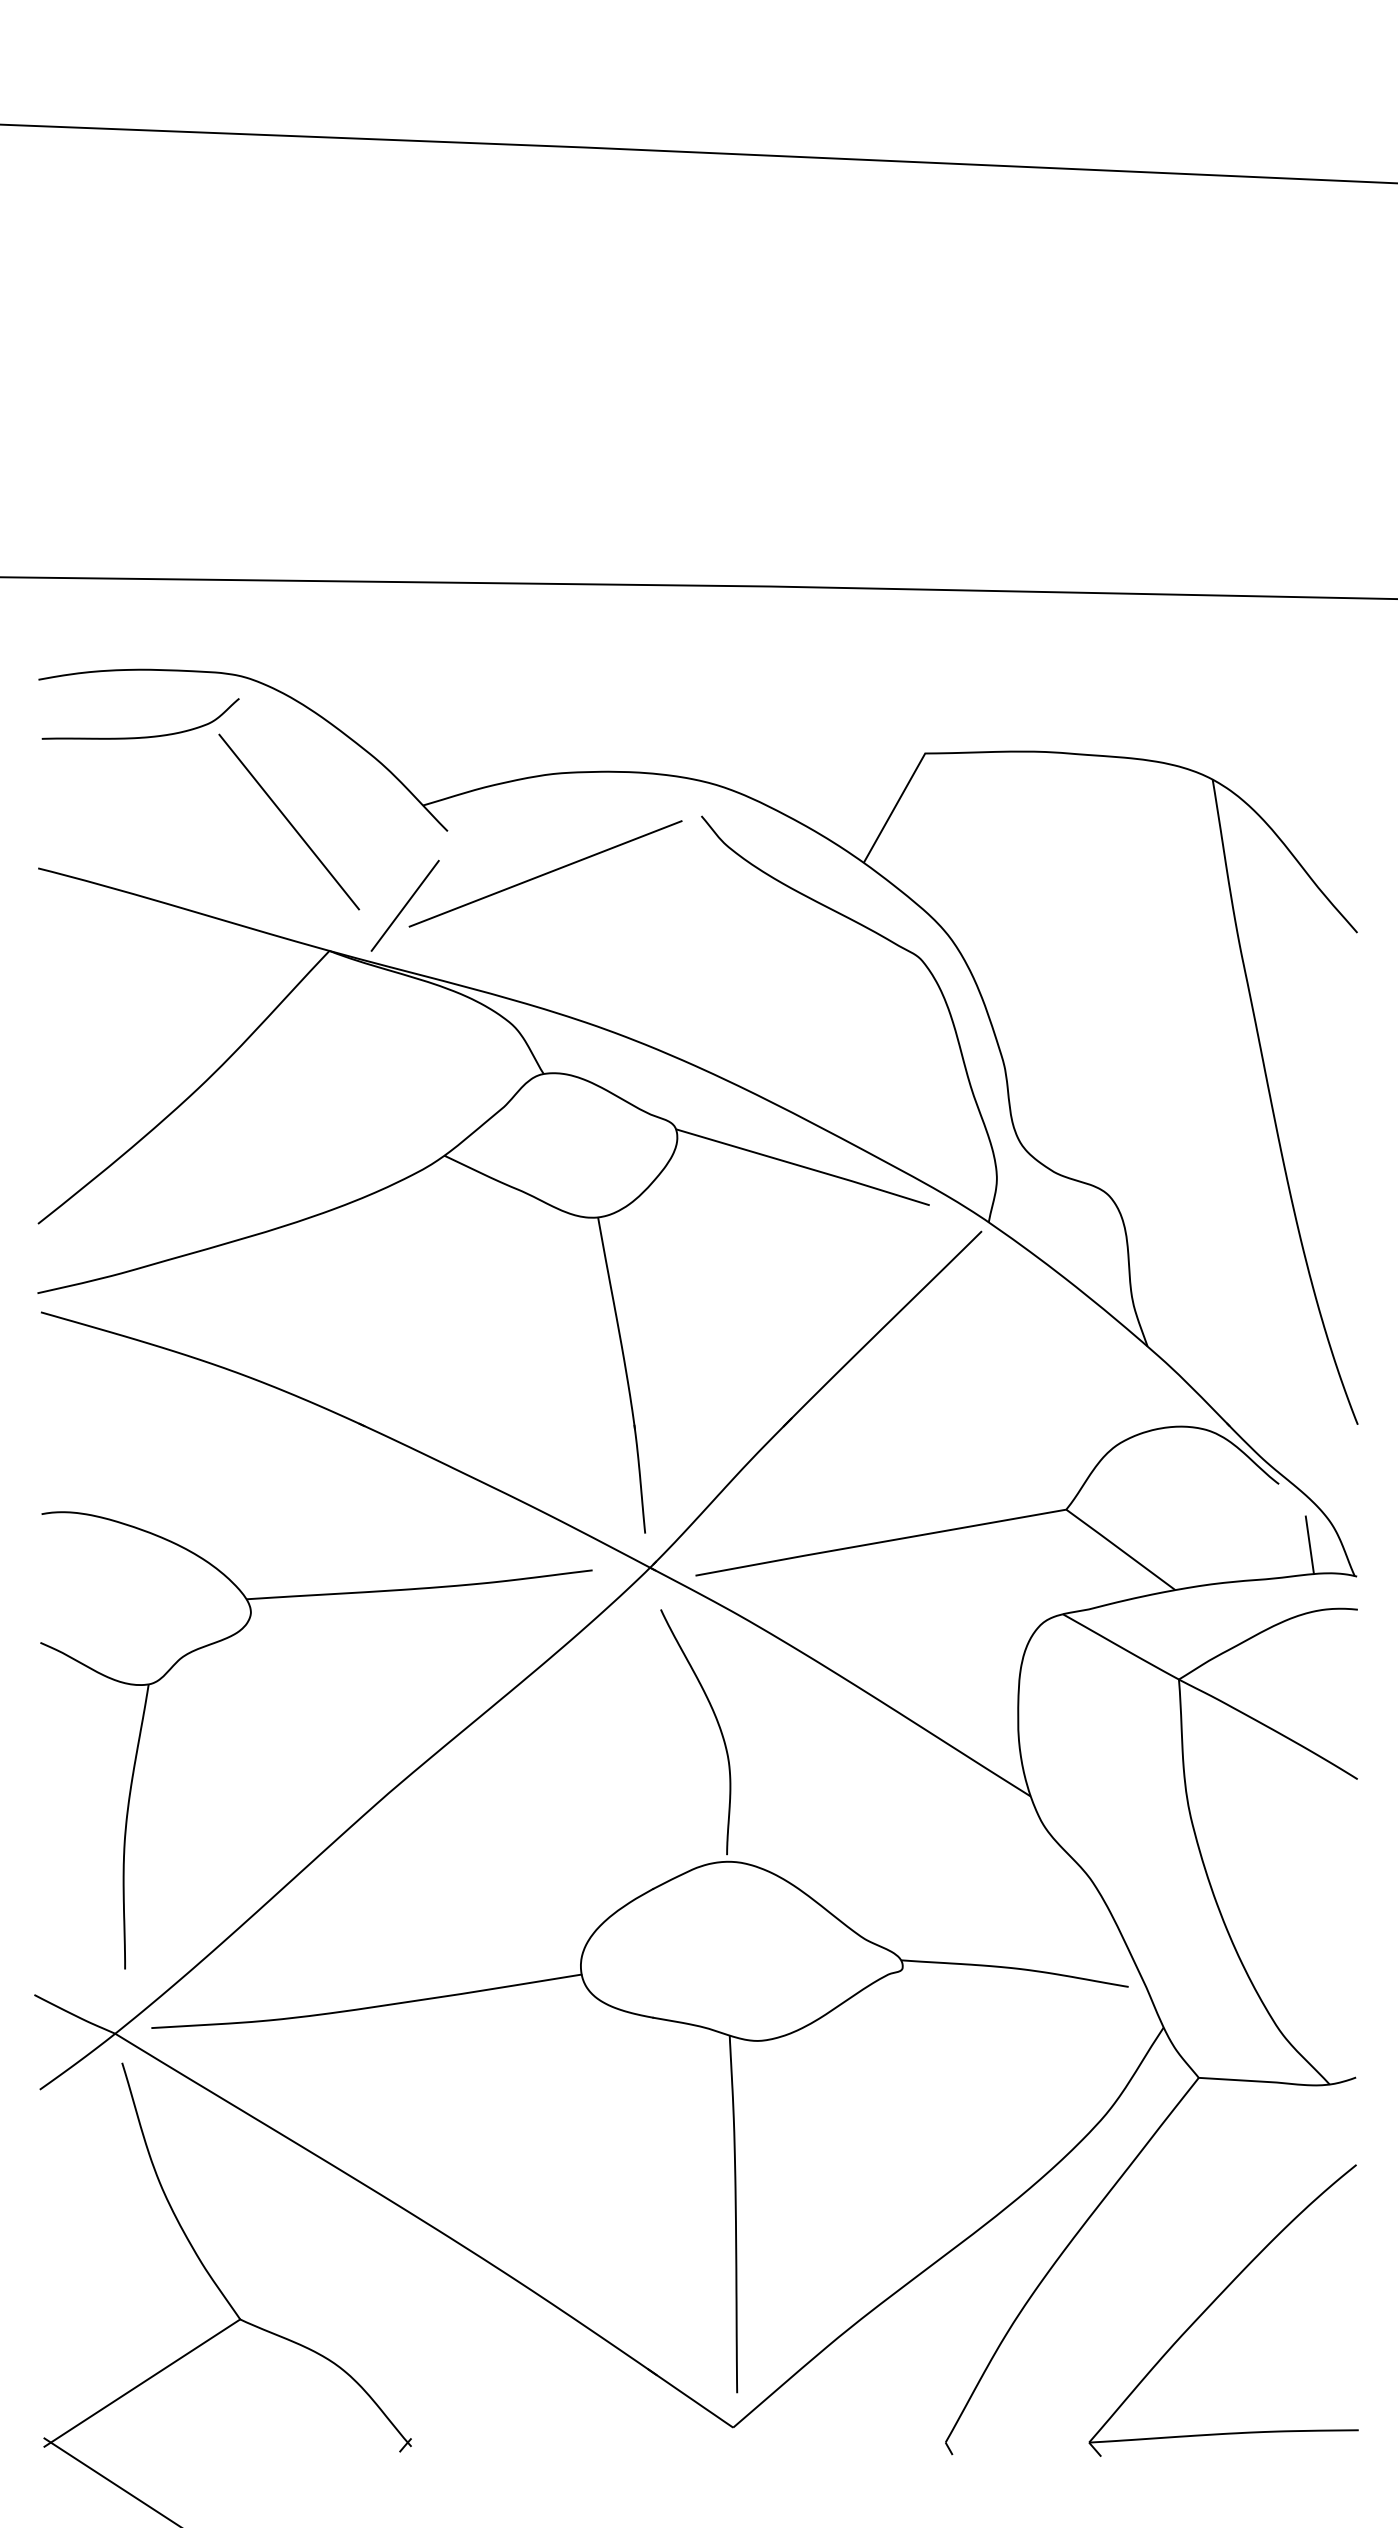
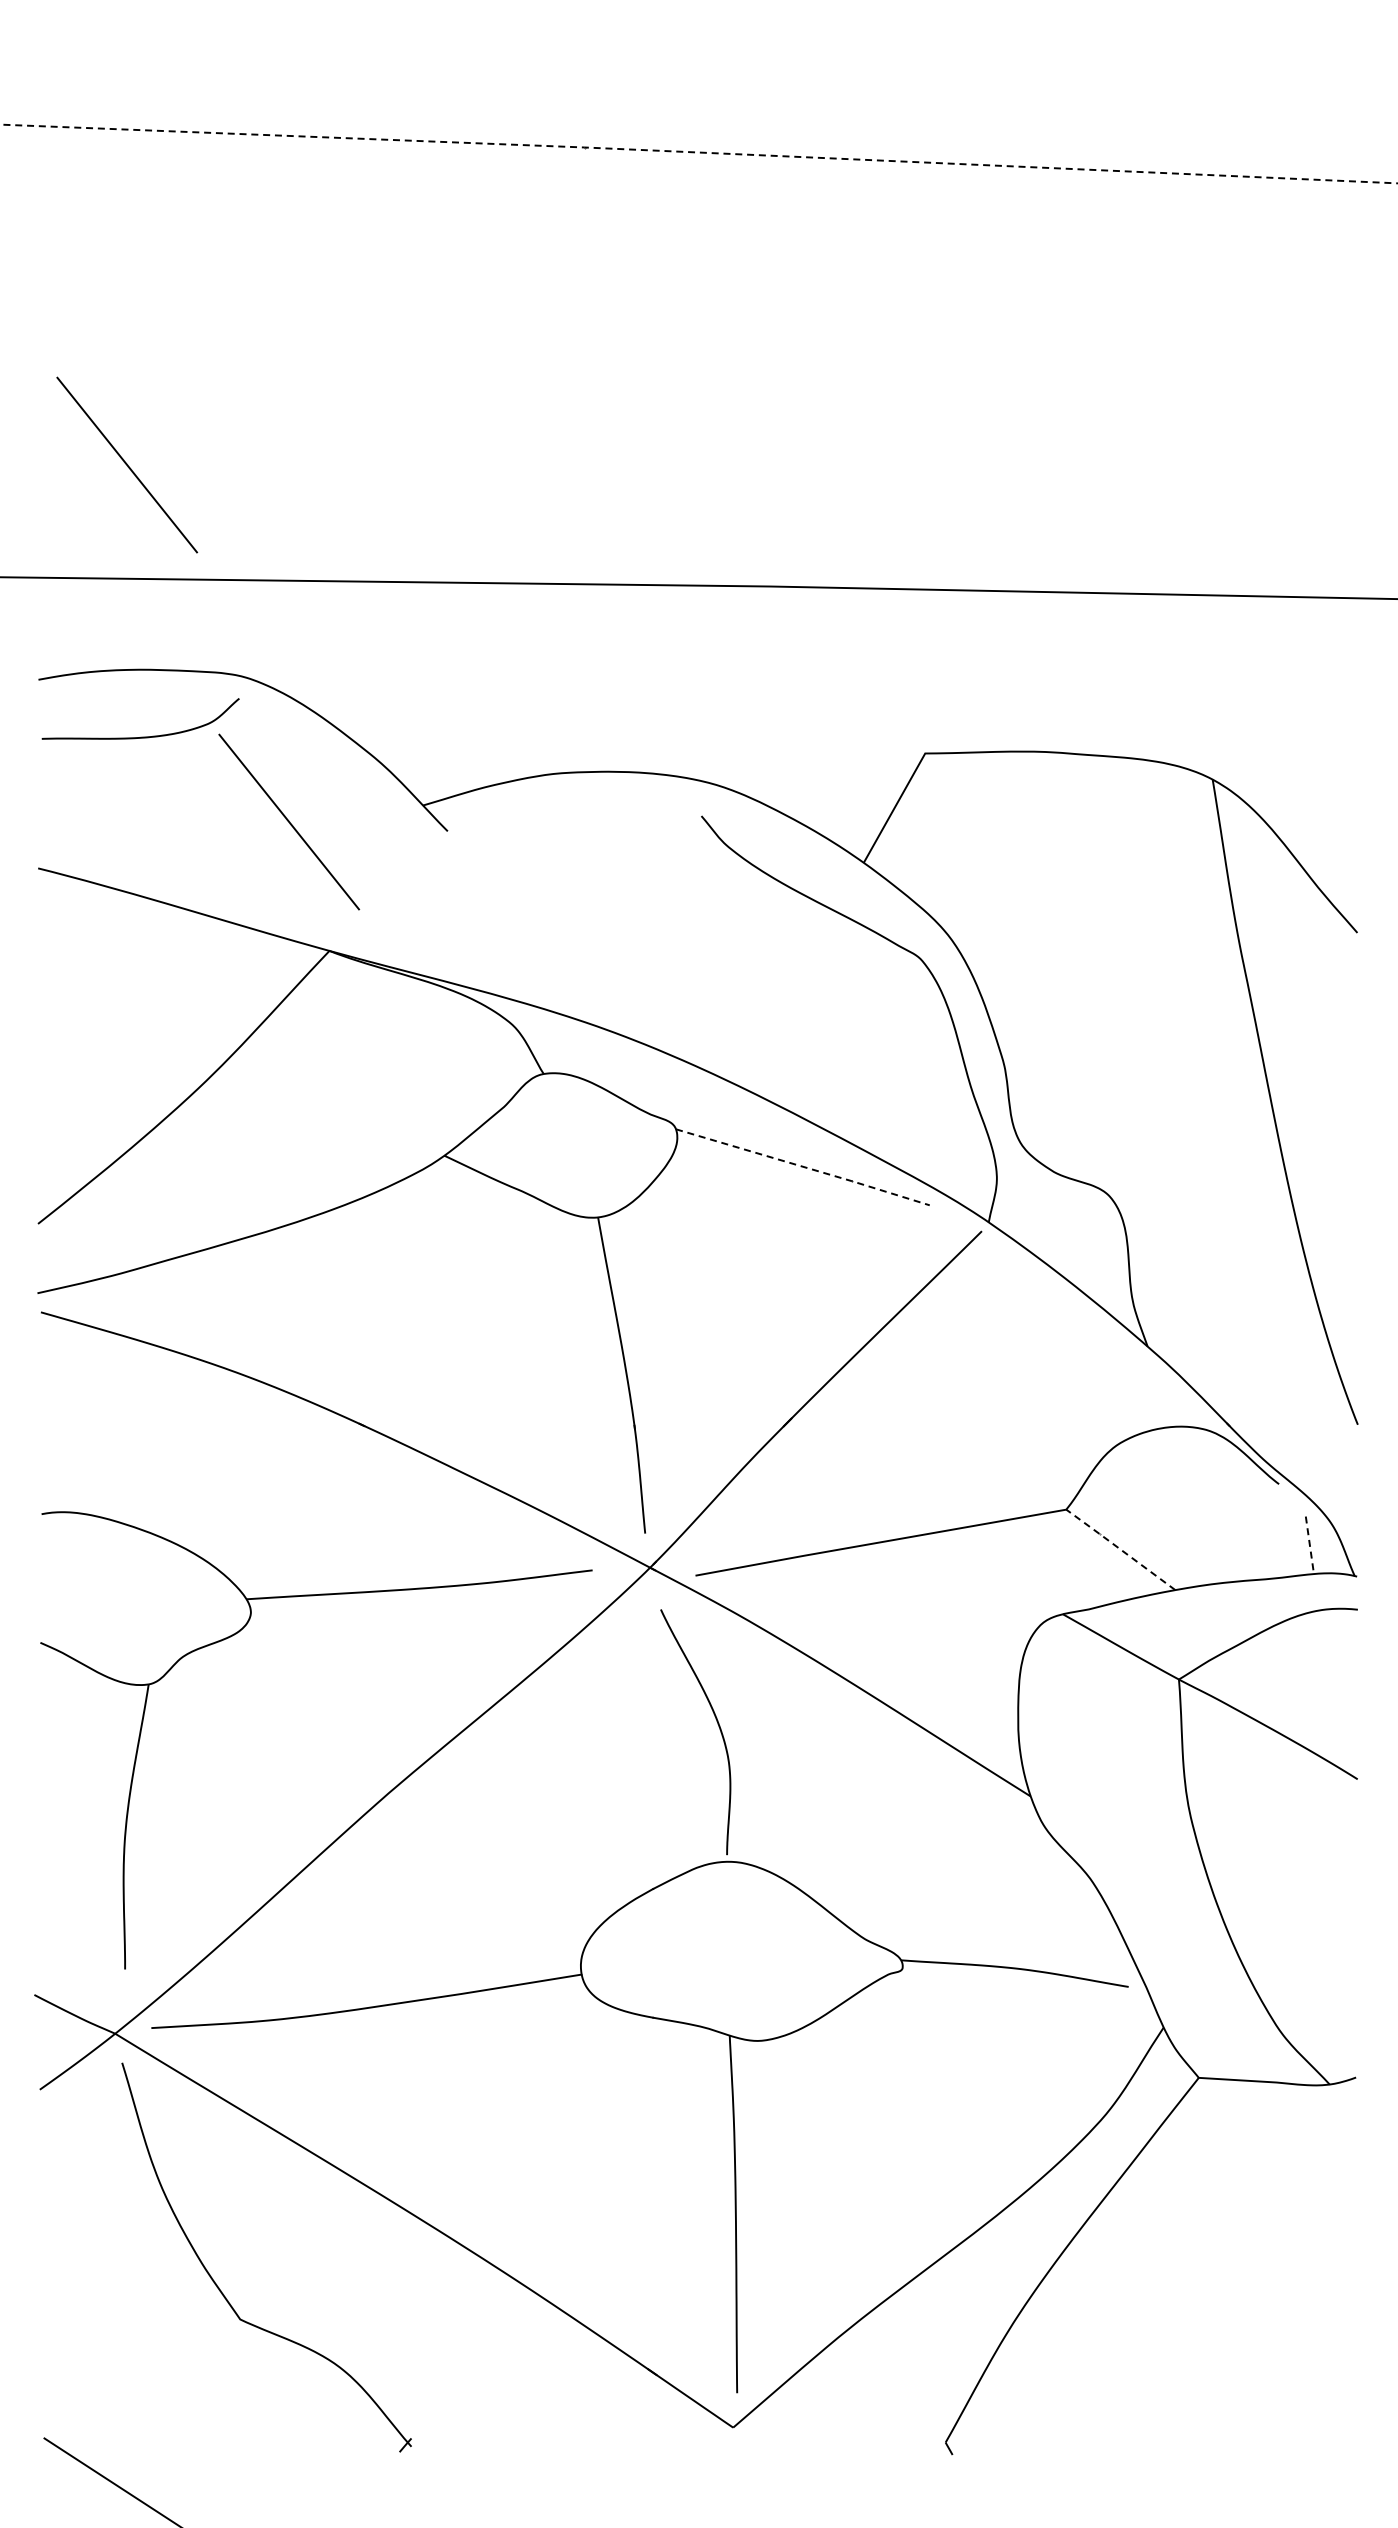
line at (698, 152): solid -> dashed
line at (127, 464): none -> present
line at (545, 873): present -> none
line at (404, 905): present -> none
line at (804, 1167): solid -> dashed
line at (1309, 1545): solid -> dashed
line at (1120, 1549): solid -> dashed
part at (1215, 2301): present -> none
line at (142, 2382): present -> none
